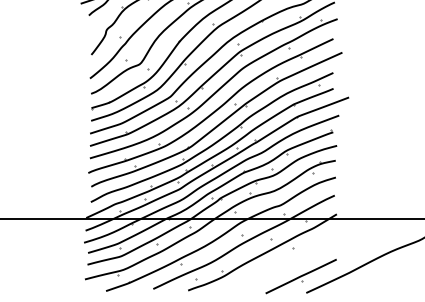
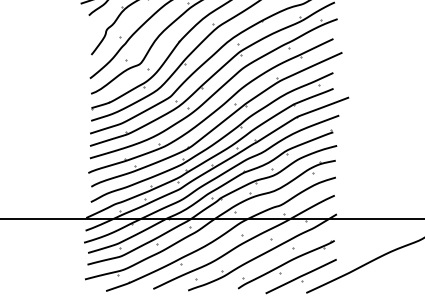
part at (285, 264): none -> present
